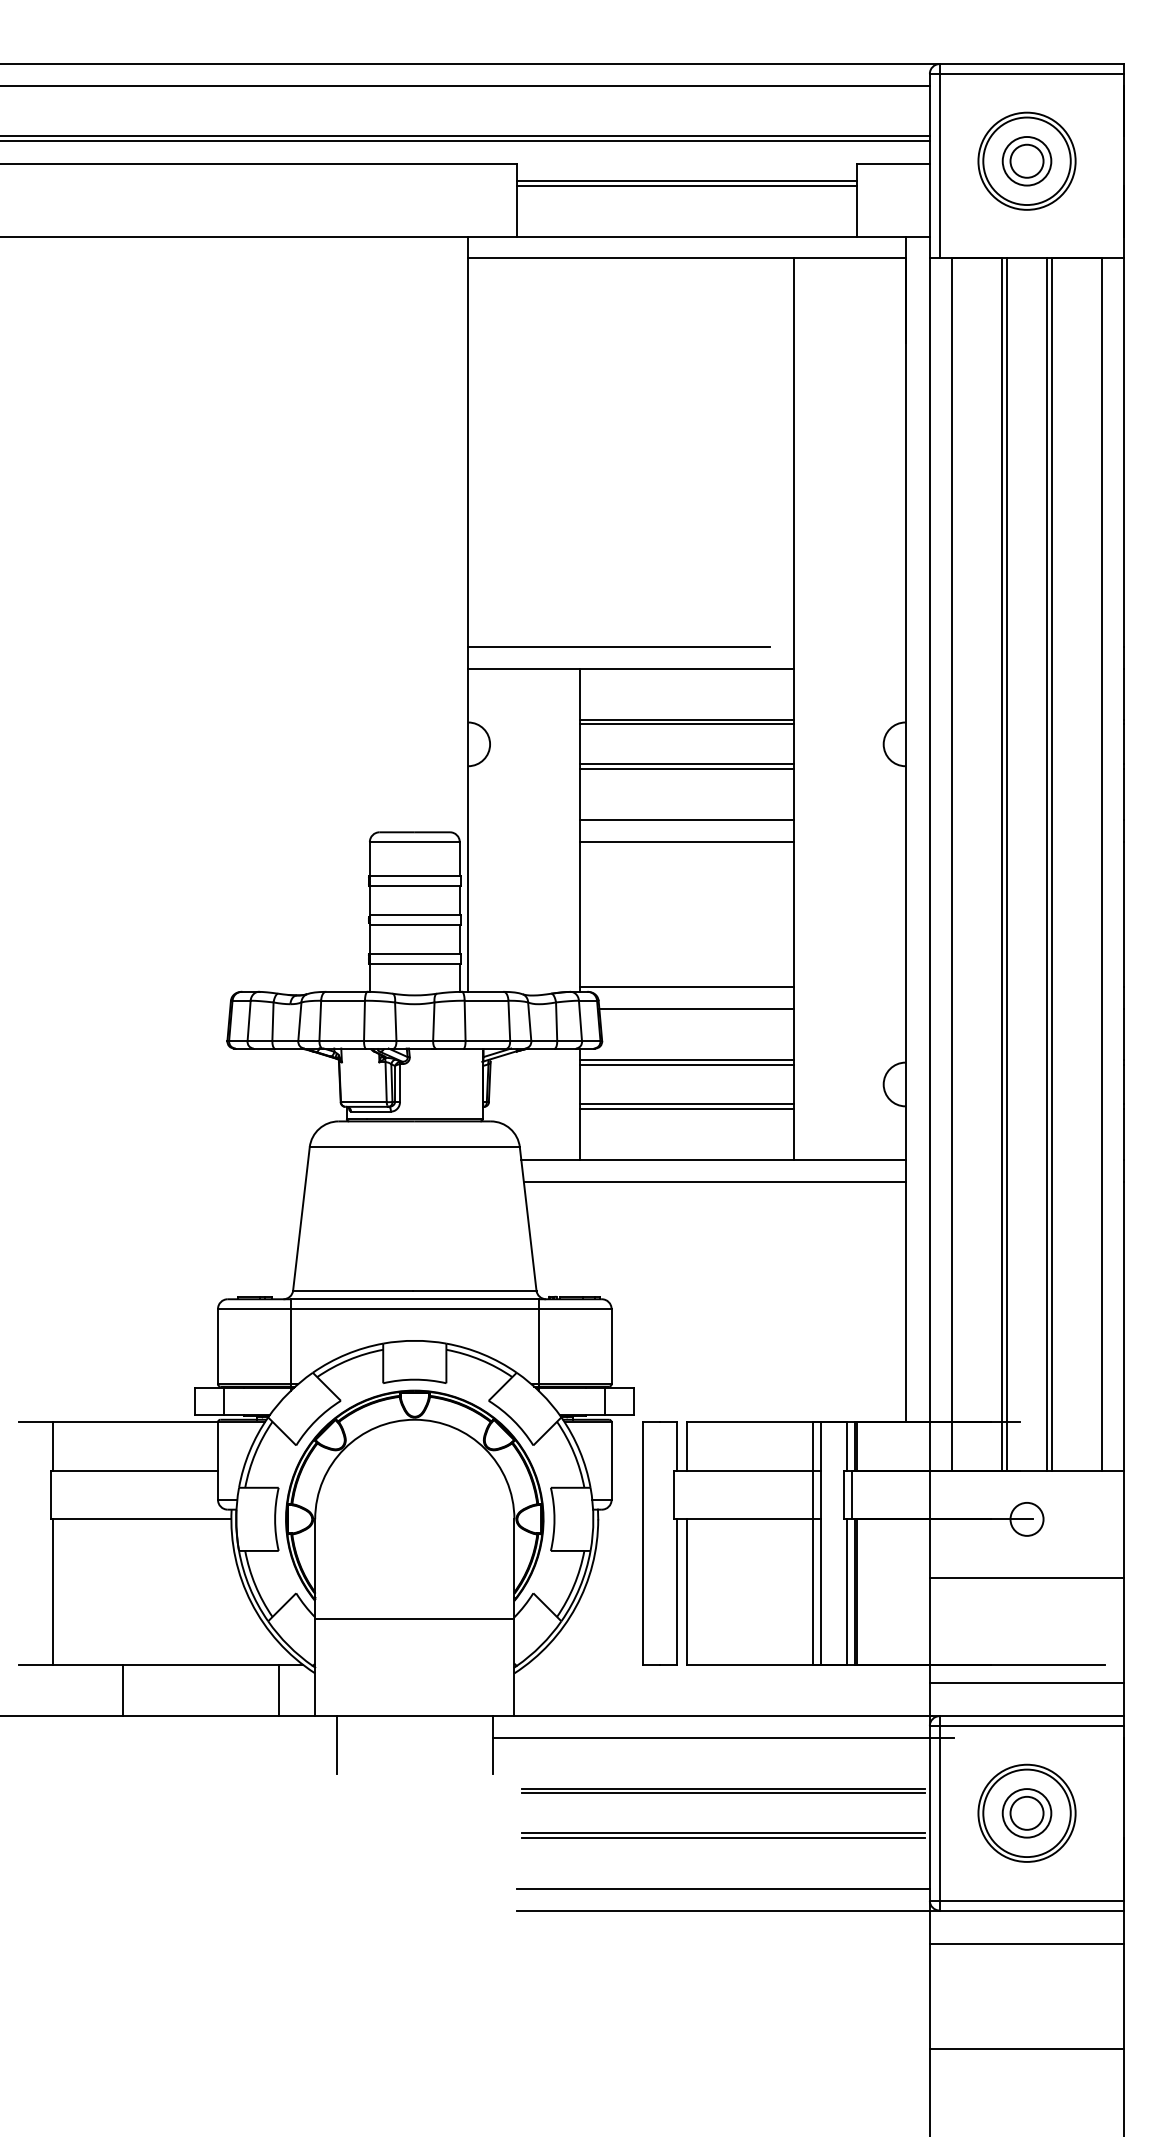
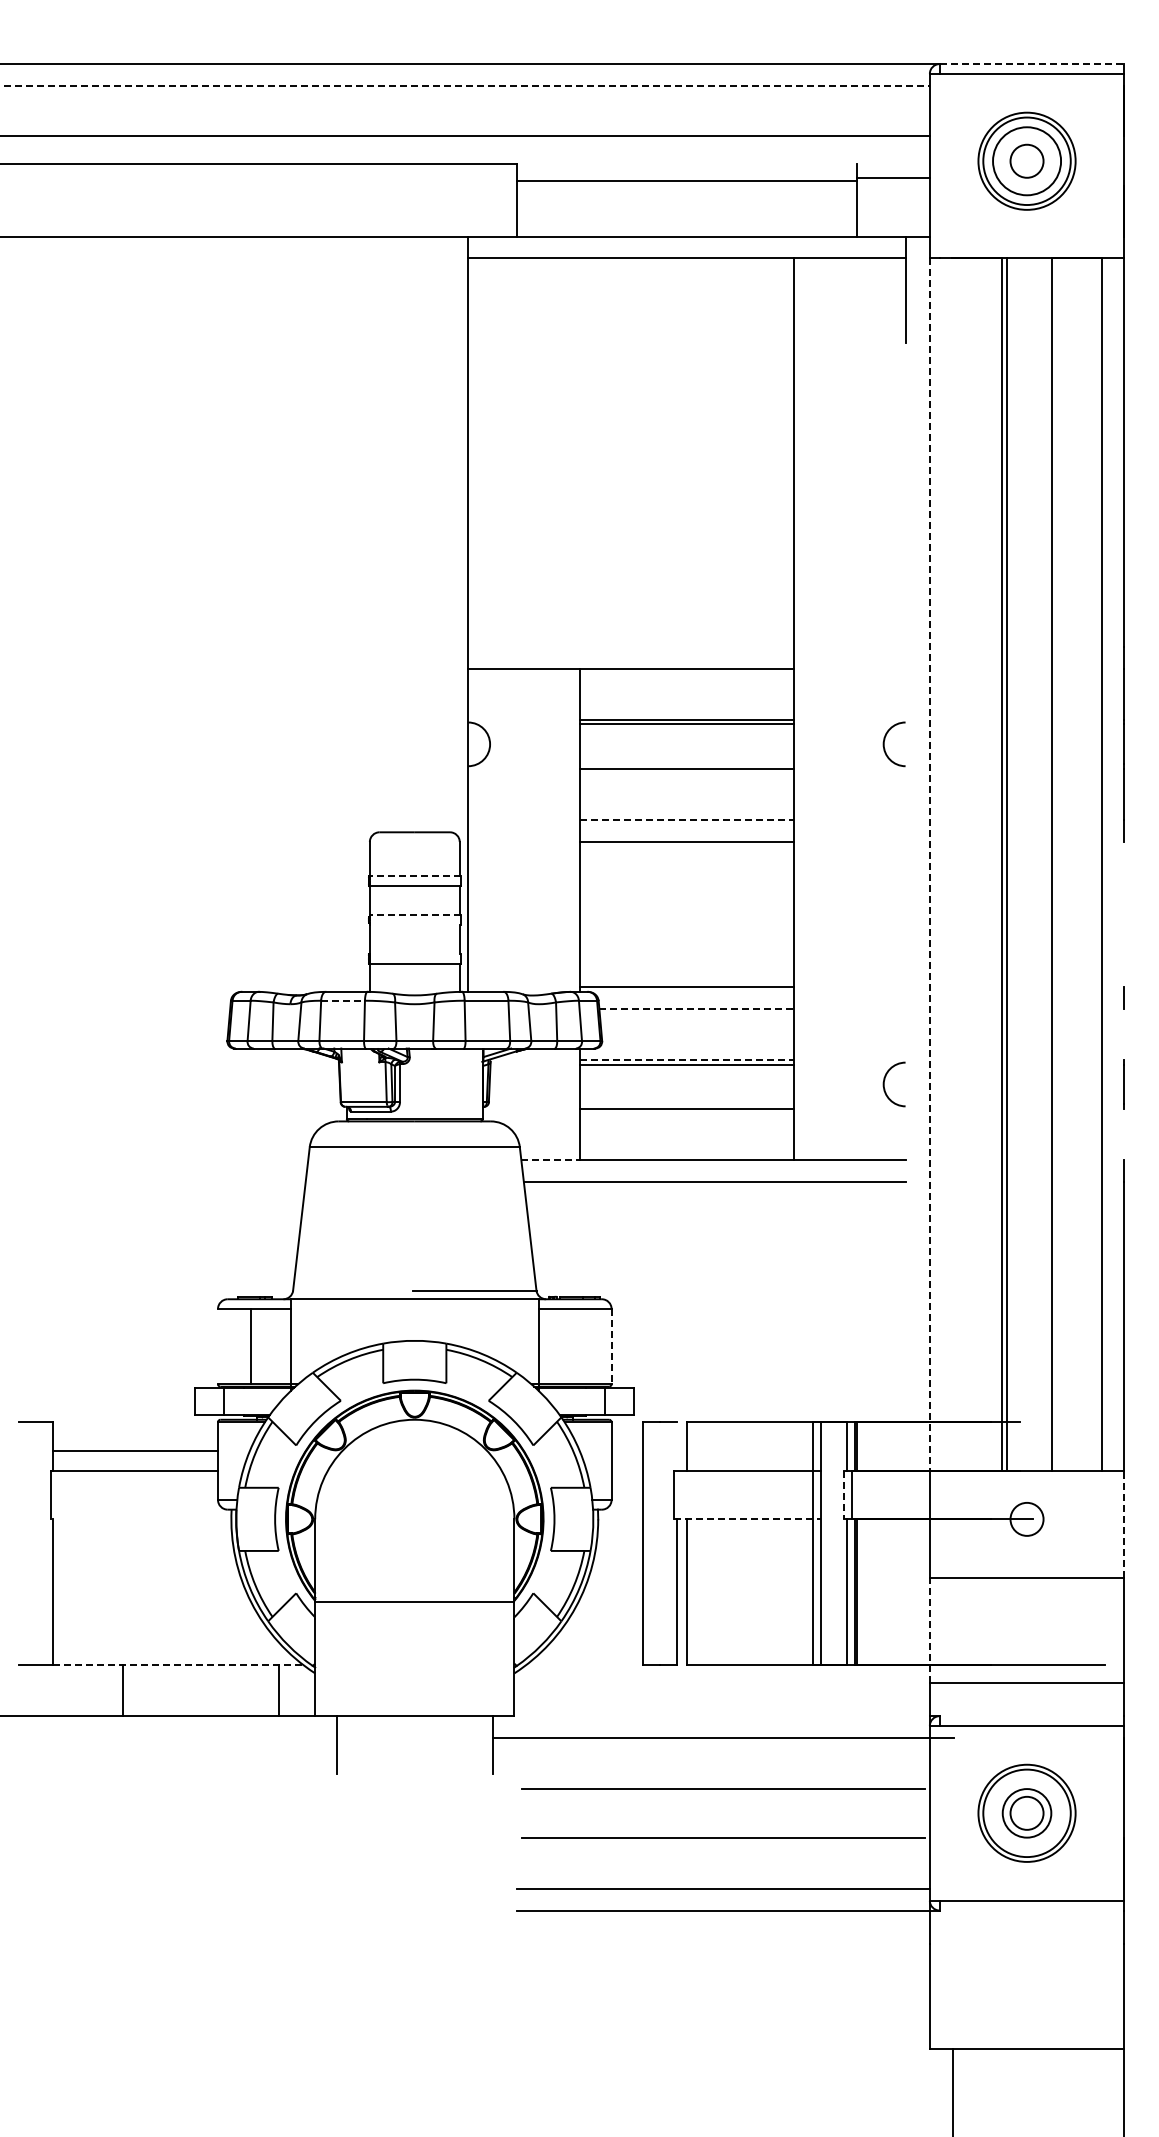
line at (1032, 64): solid -> dashed
line at (465, 85): solid -> dashed
line at (465, 141): present -> none
circle at (1026, 160) diameter: 49 px -> 68 px
line at (892, 163) position: (892, 163) -> (892, 177)
line at (939, 165): present -> none
line at (686, 186): present -> none
line at (619, 647): present -> none
line at (686, 764): present -> none
line at (686, 819): solid -> dashed
line at (905, 840): present -> none
line at (414, 842): present -> none
line at (951, 864): present -> none
line at (1046, 864): present -> none
line at (929, 865): solid -> dashed
line at (414, 876): solid -> dashed
line at (414, 914): solid -> dashed
line at (1124, 914): present -> none
line at (414, 924): present -> none
line at (414, 953): present -> none
line at (343, 1000): solid -> dashed
line at (697, 1009): solid -> dashed
line at (1124, 1034): present -> none
line at (686, 1059): solid -> dashed
line at (686, 1104): present -> none
line at (1124, 1134): present -> none
line at (551, 1159): solid -> dashed
line at (353, 1290): present -> none
line at (414, 1308): present -> none
line at (218, 1346) position: (218, 1346) -> (251, 1346)
line at (611, 1346): solid -> dashed
line at (135, 1422) position: (135, 1422) -> (135, 1451)
line at (677, 1446): present -> none
line at (843, 1495): solid -> dashed
line at (140, 1519): present -> none
line at (747, 1519): solid -> dashed
line at (1124, 1523): solid -> dashed
line at (414, 1618) position: (414, 1618) -> (414, 1601)
line at (929, 1630): solid -> dashed
line at (178, 1665): solid -> dashed
line at (723, 1716): present -> none
line at (1031, 1716): present -> none
line at (723, 1793): present -> none
line at (939, 1812): present -> none
line at (723, 1833): present -> none
line at (1031, 1910): present -> none
line at (1026, 1943): present -> none
line at (929, 2091) position: (929, 2091) -> (952, 2091)
